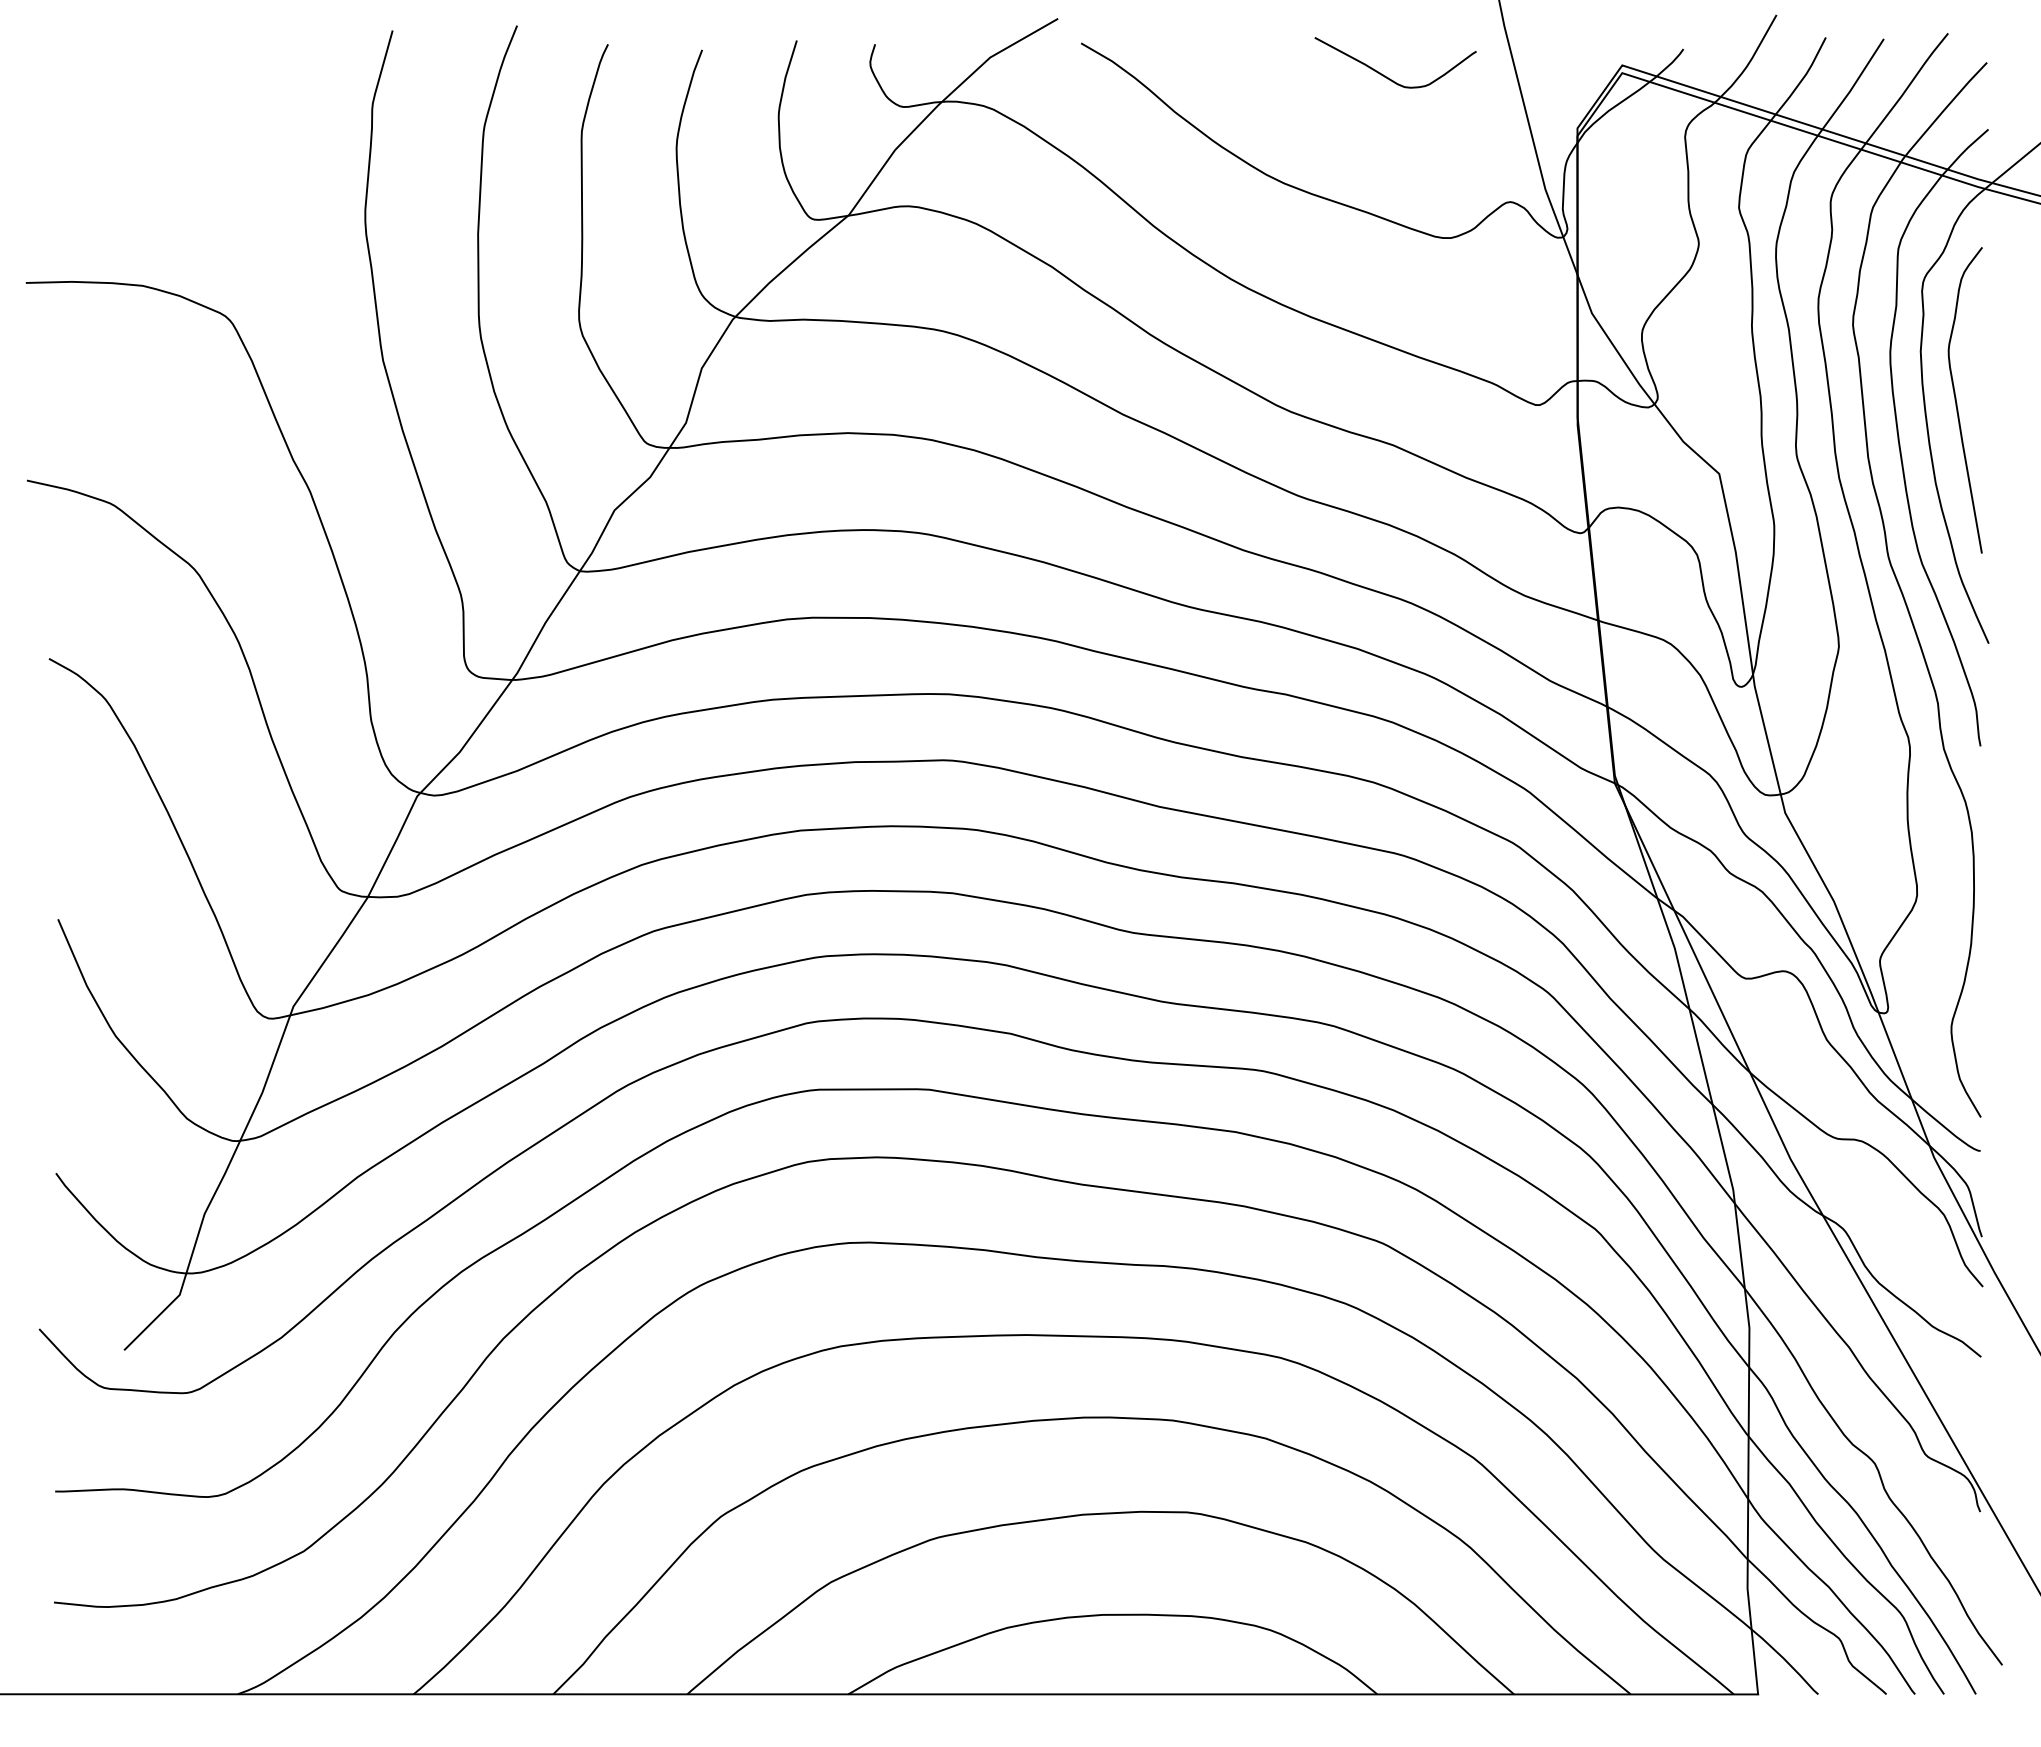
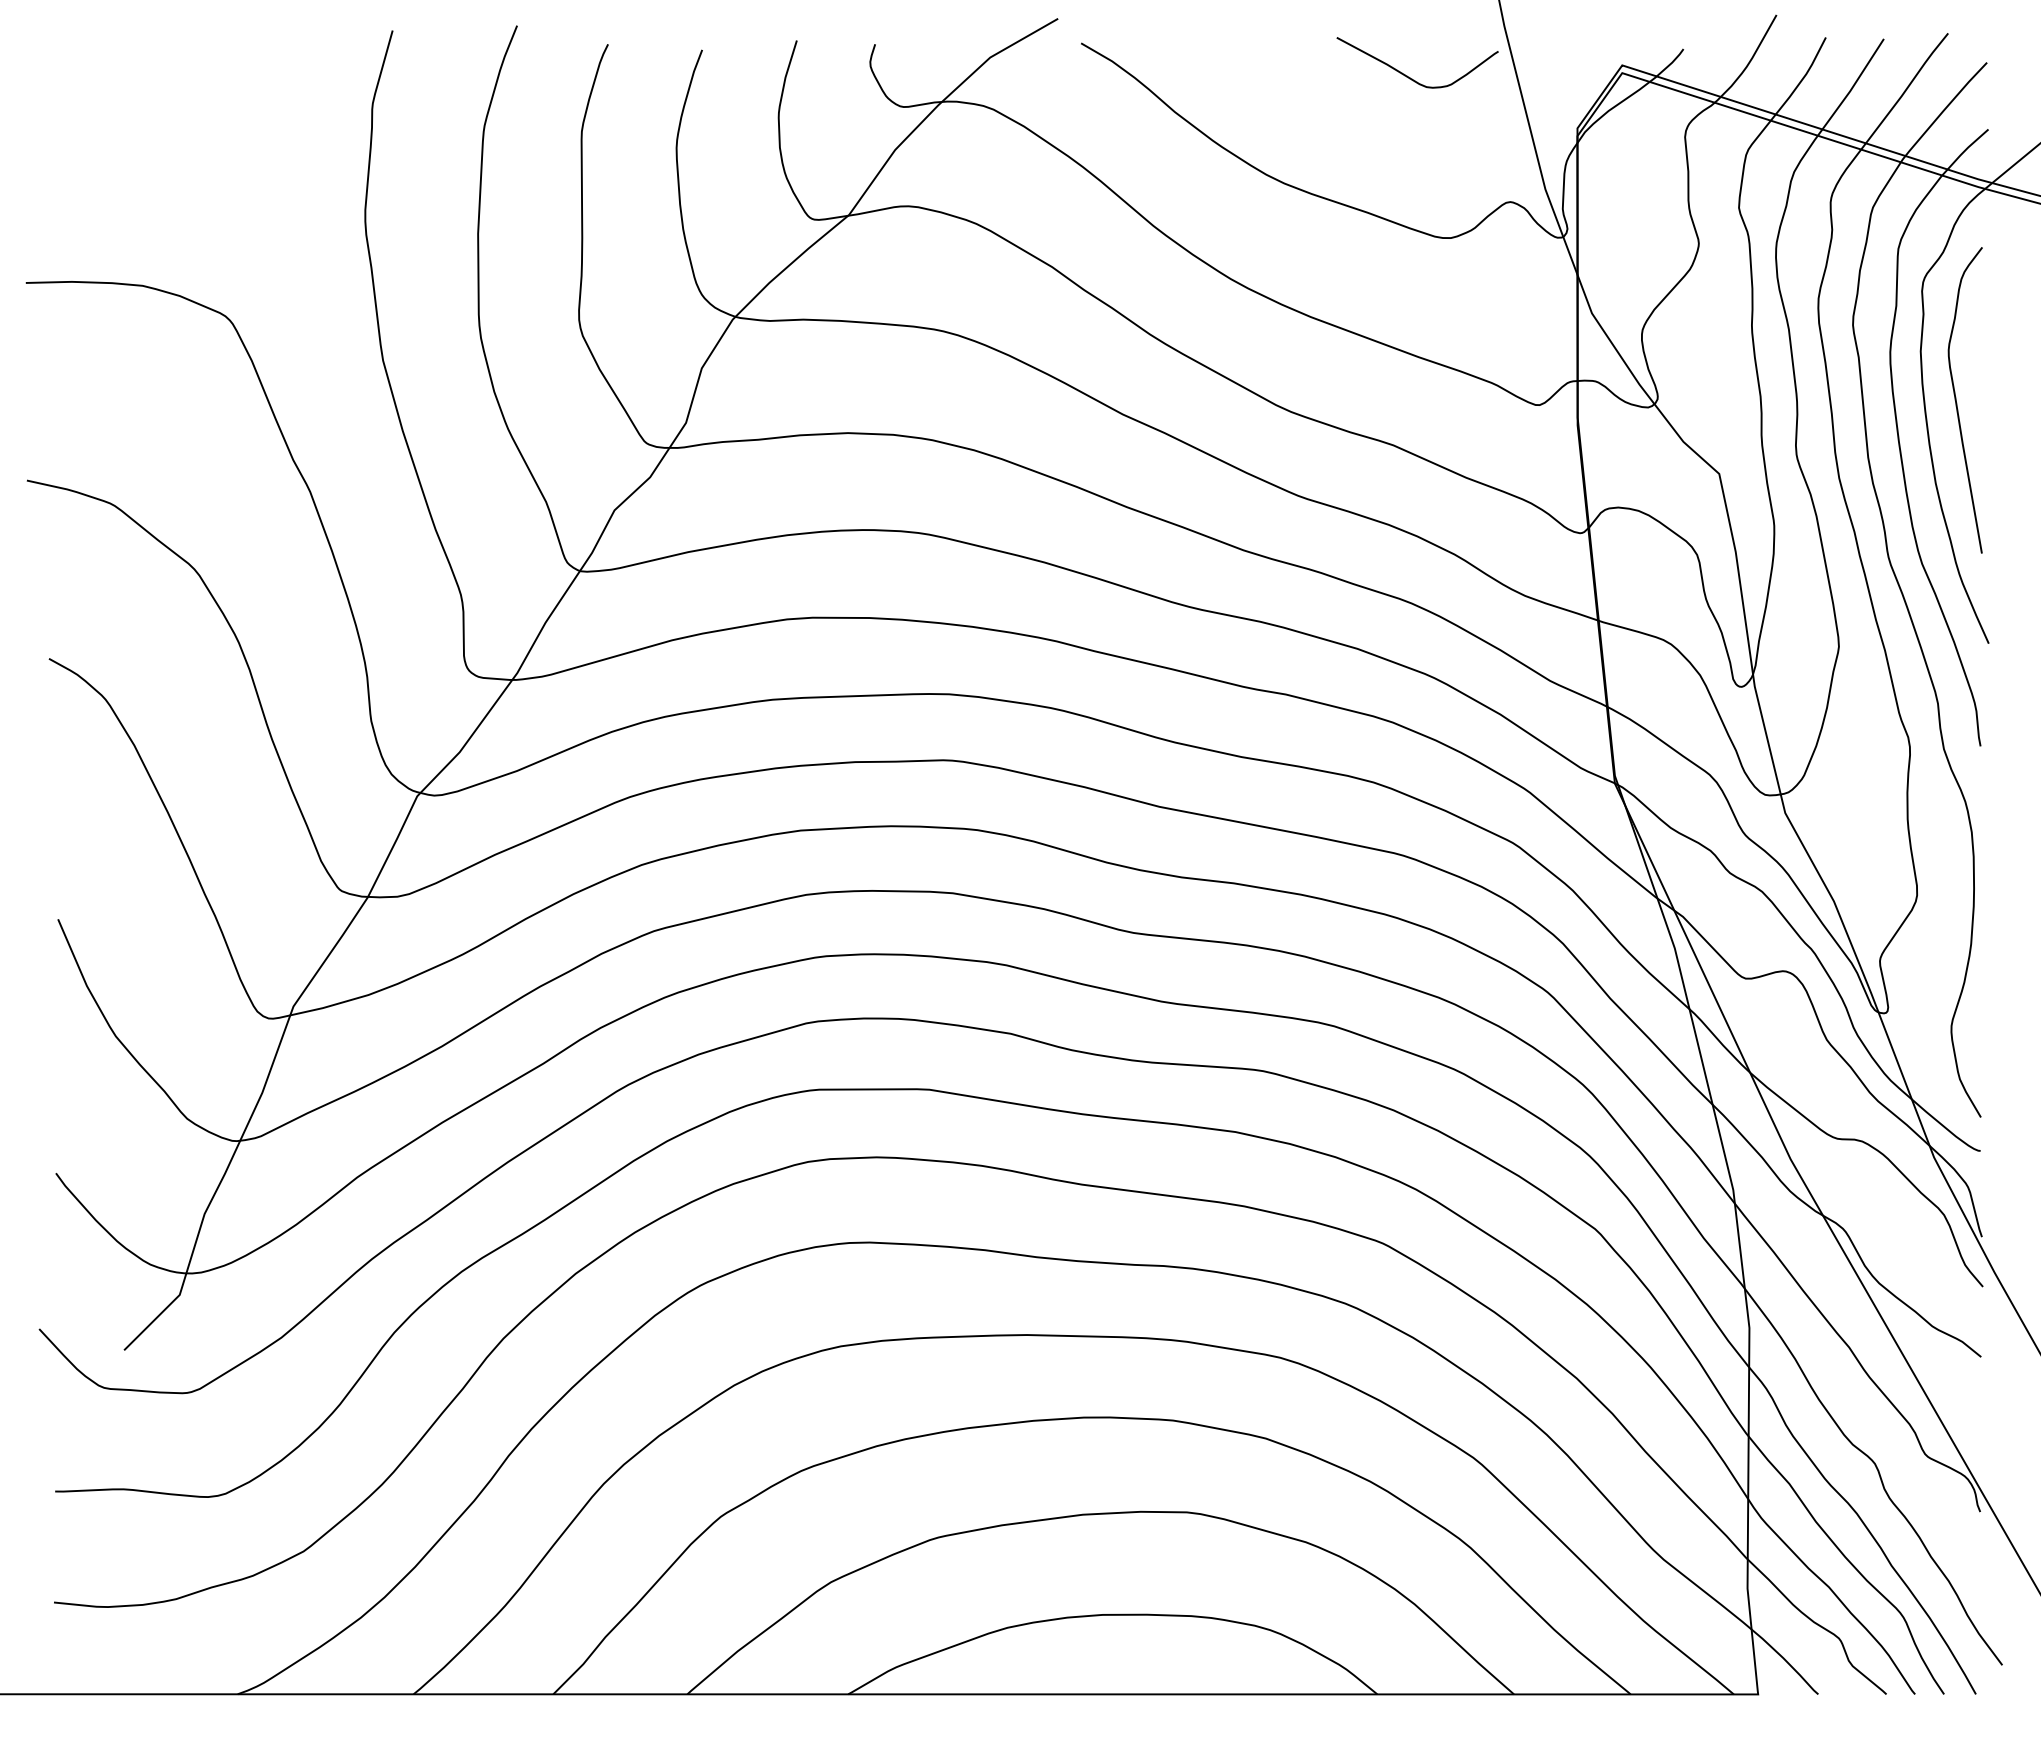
curve at (1385, 75) position: (1385, 75) -> (1407, 75)
